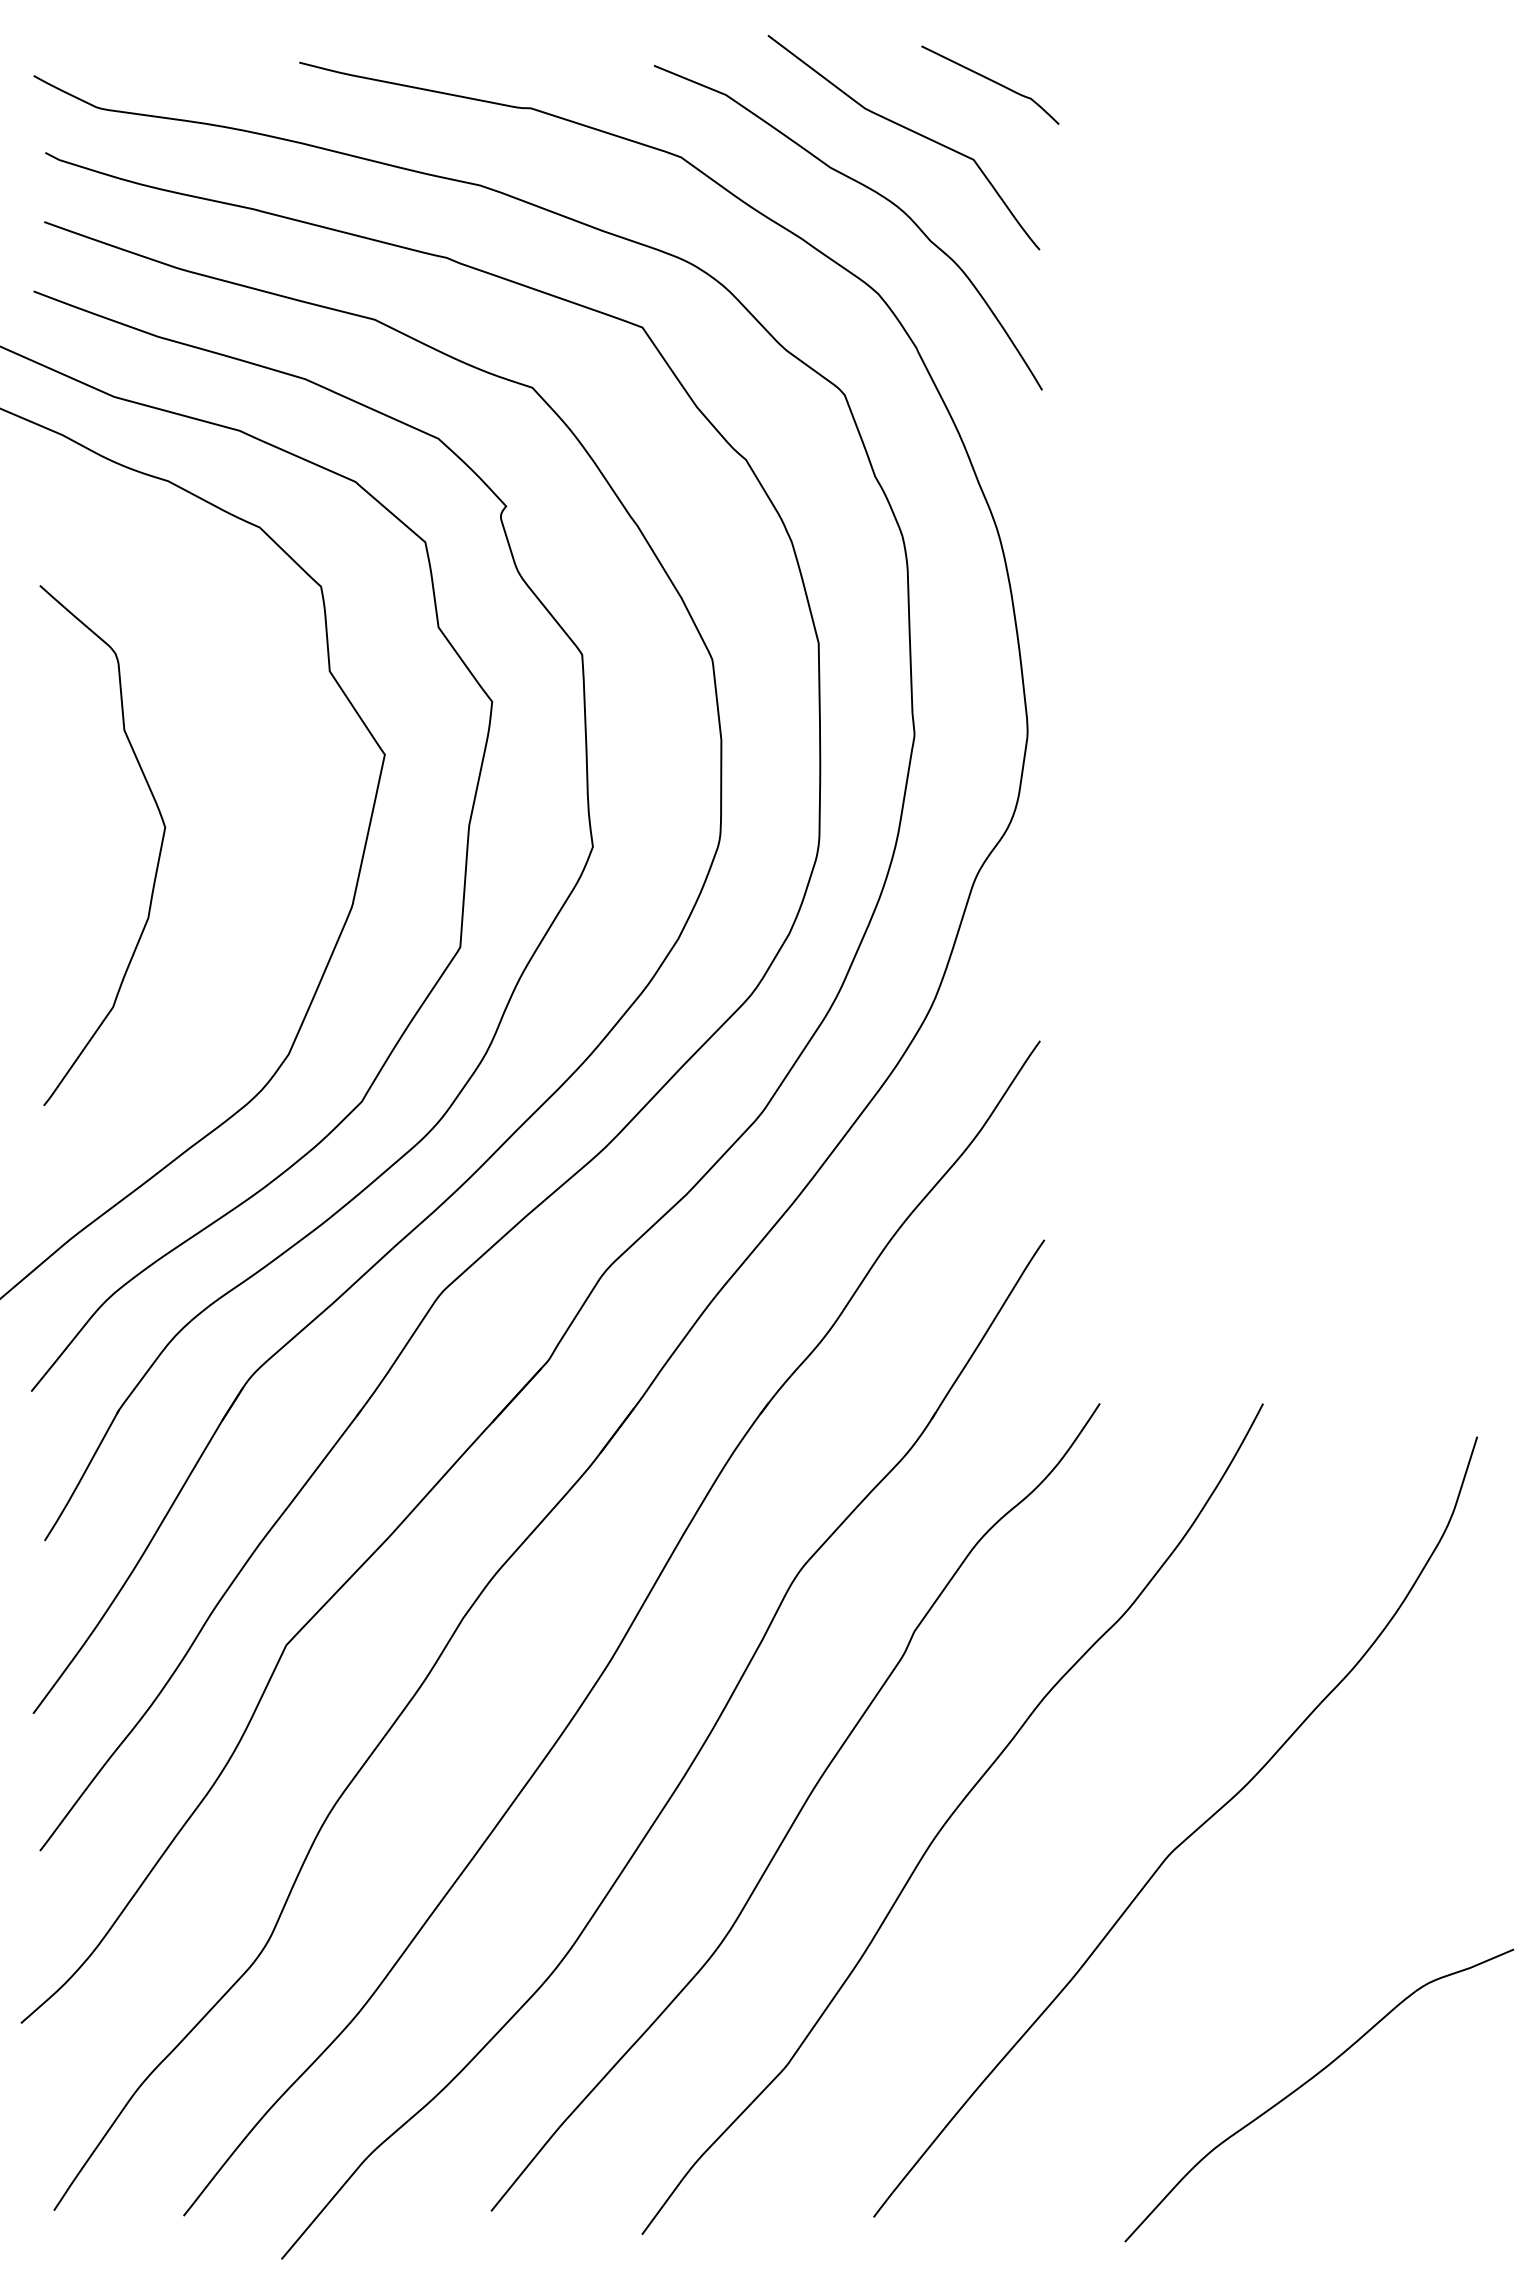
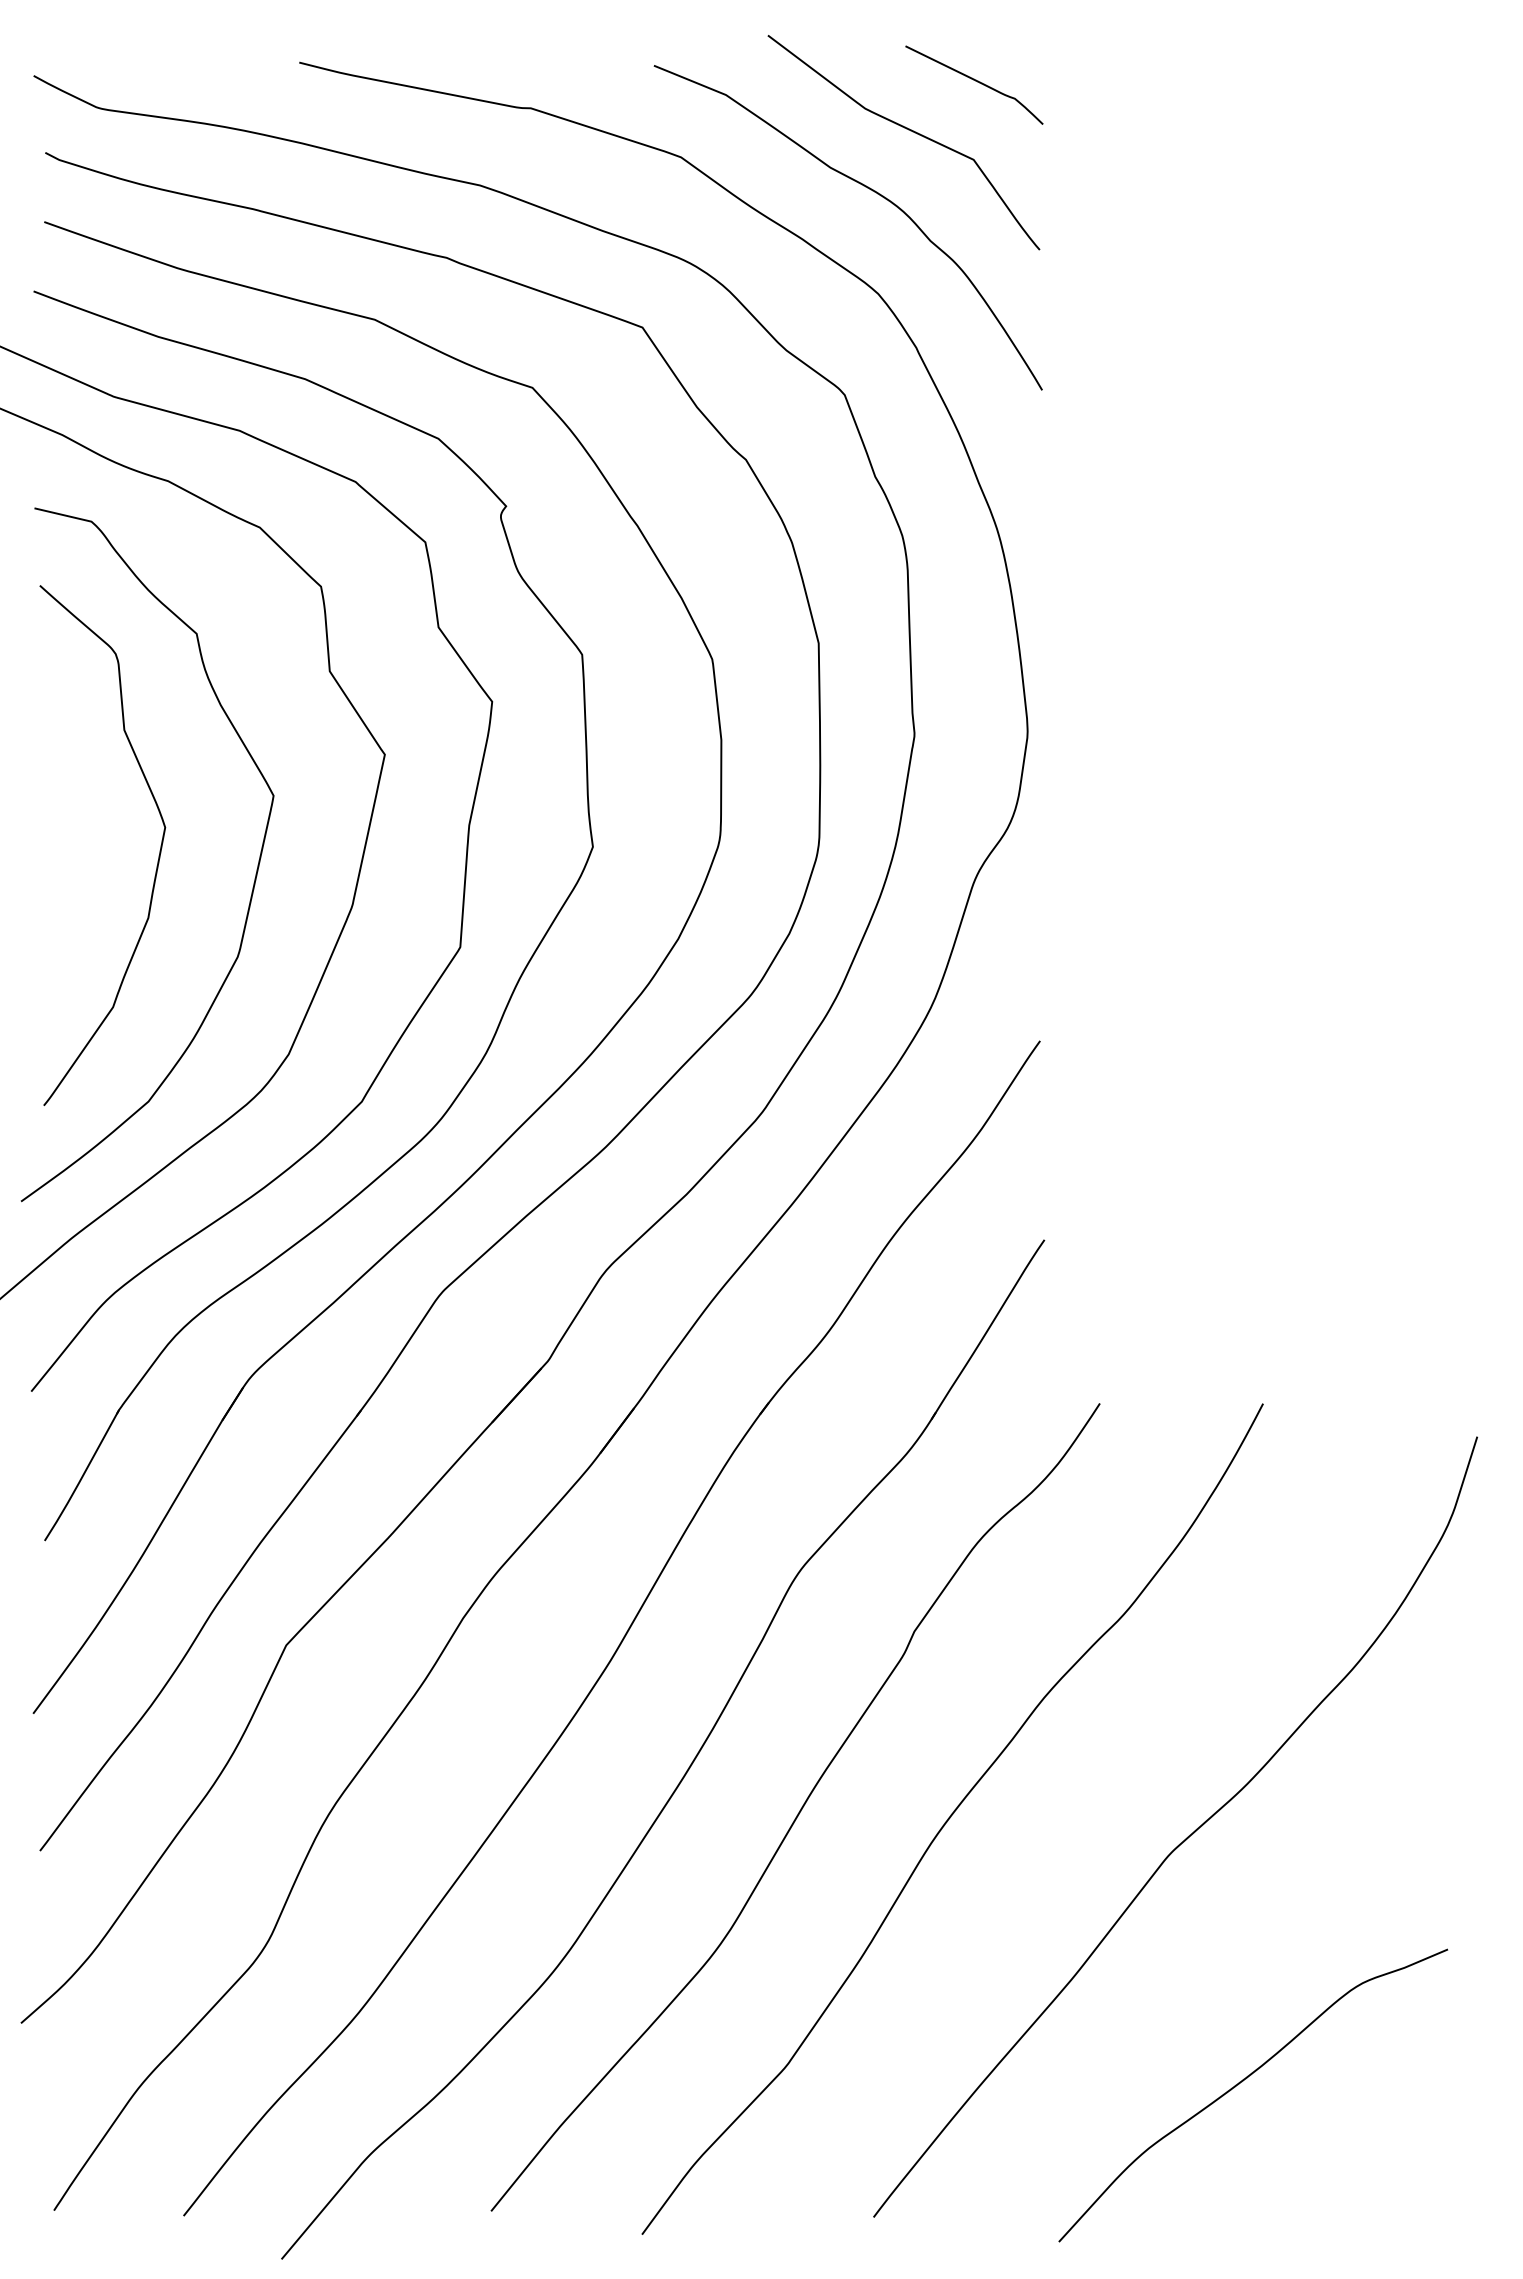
curve at (991, 81) position: (991, 81) -> (975, 81)
curve at (253, 882): none -> present
curve at (1309, 2081) position: (1309, 2081) -> (1243, 2081)
